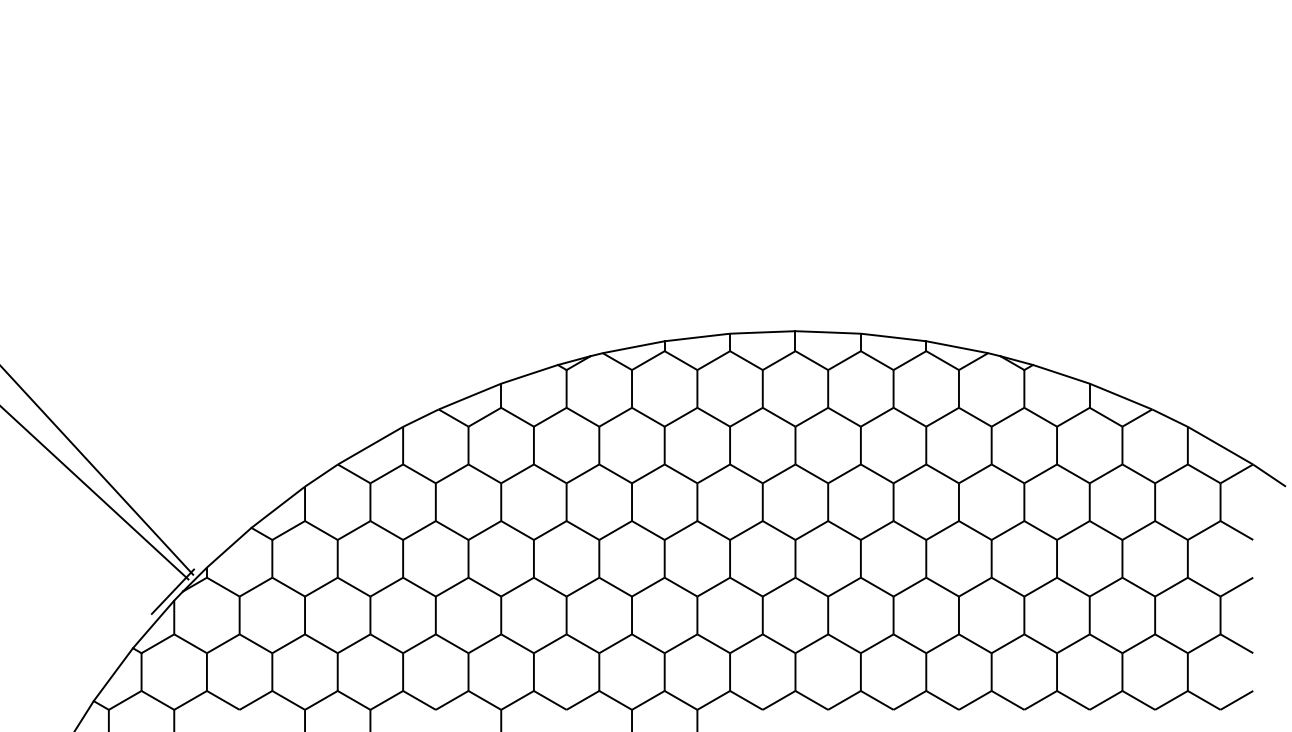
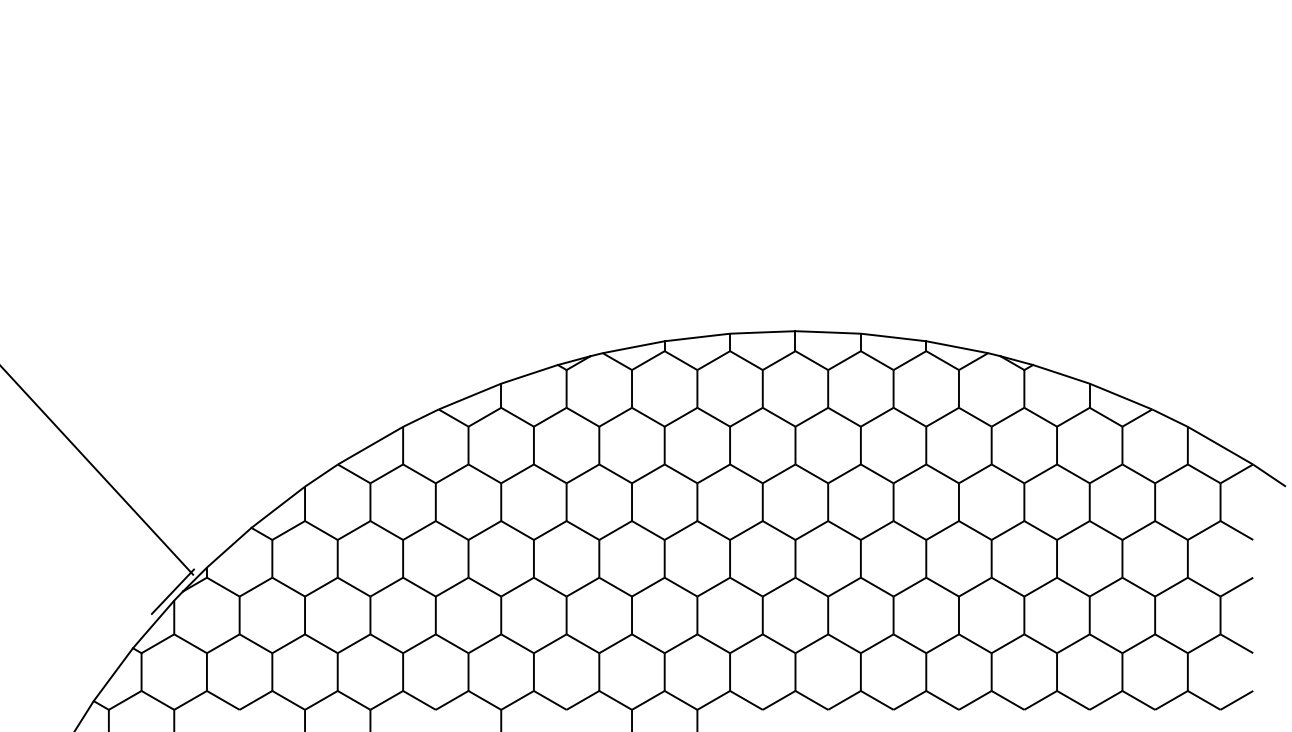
line at (95, 493): present -> none
